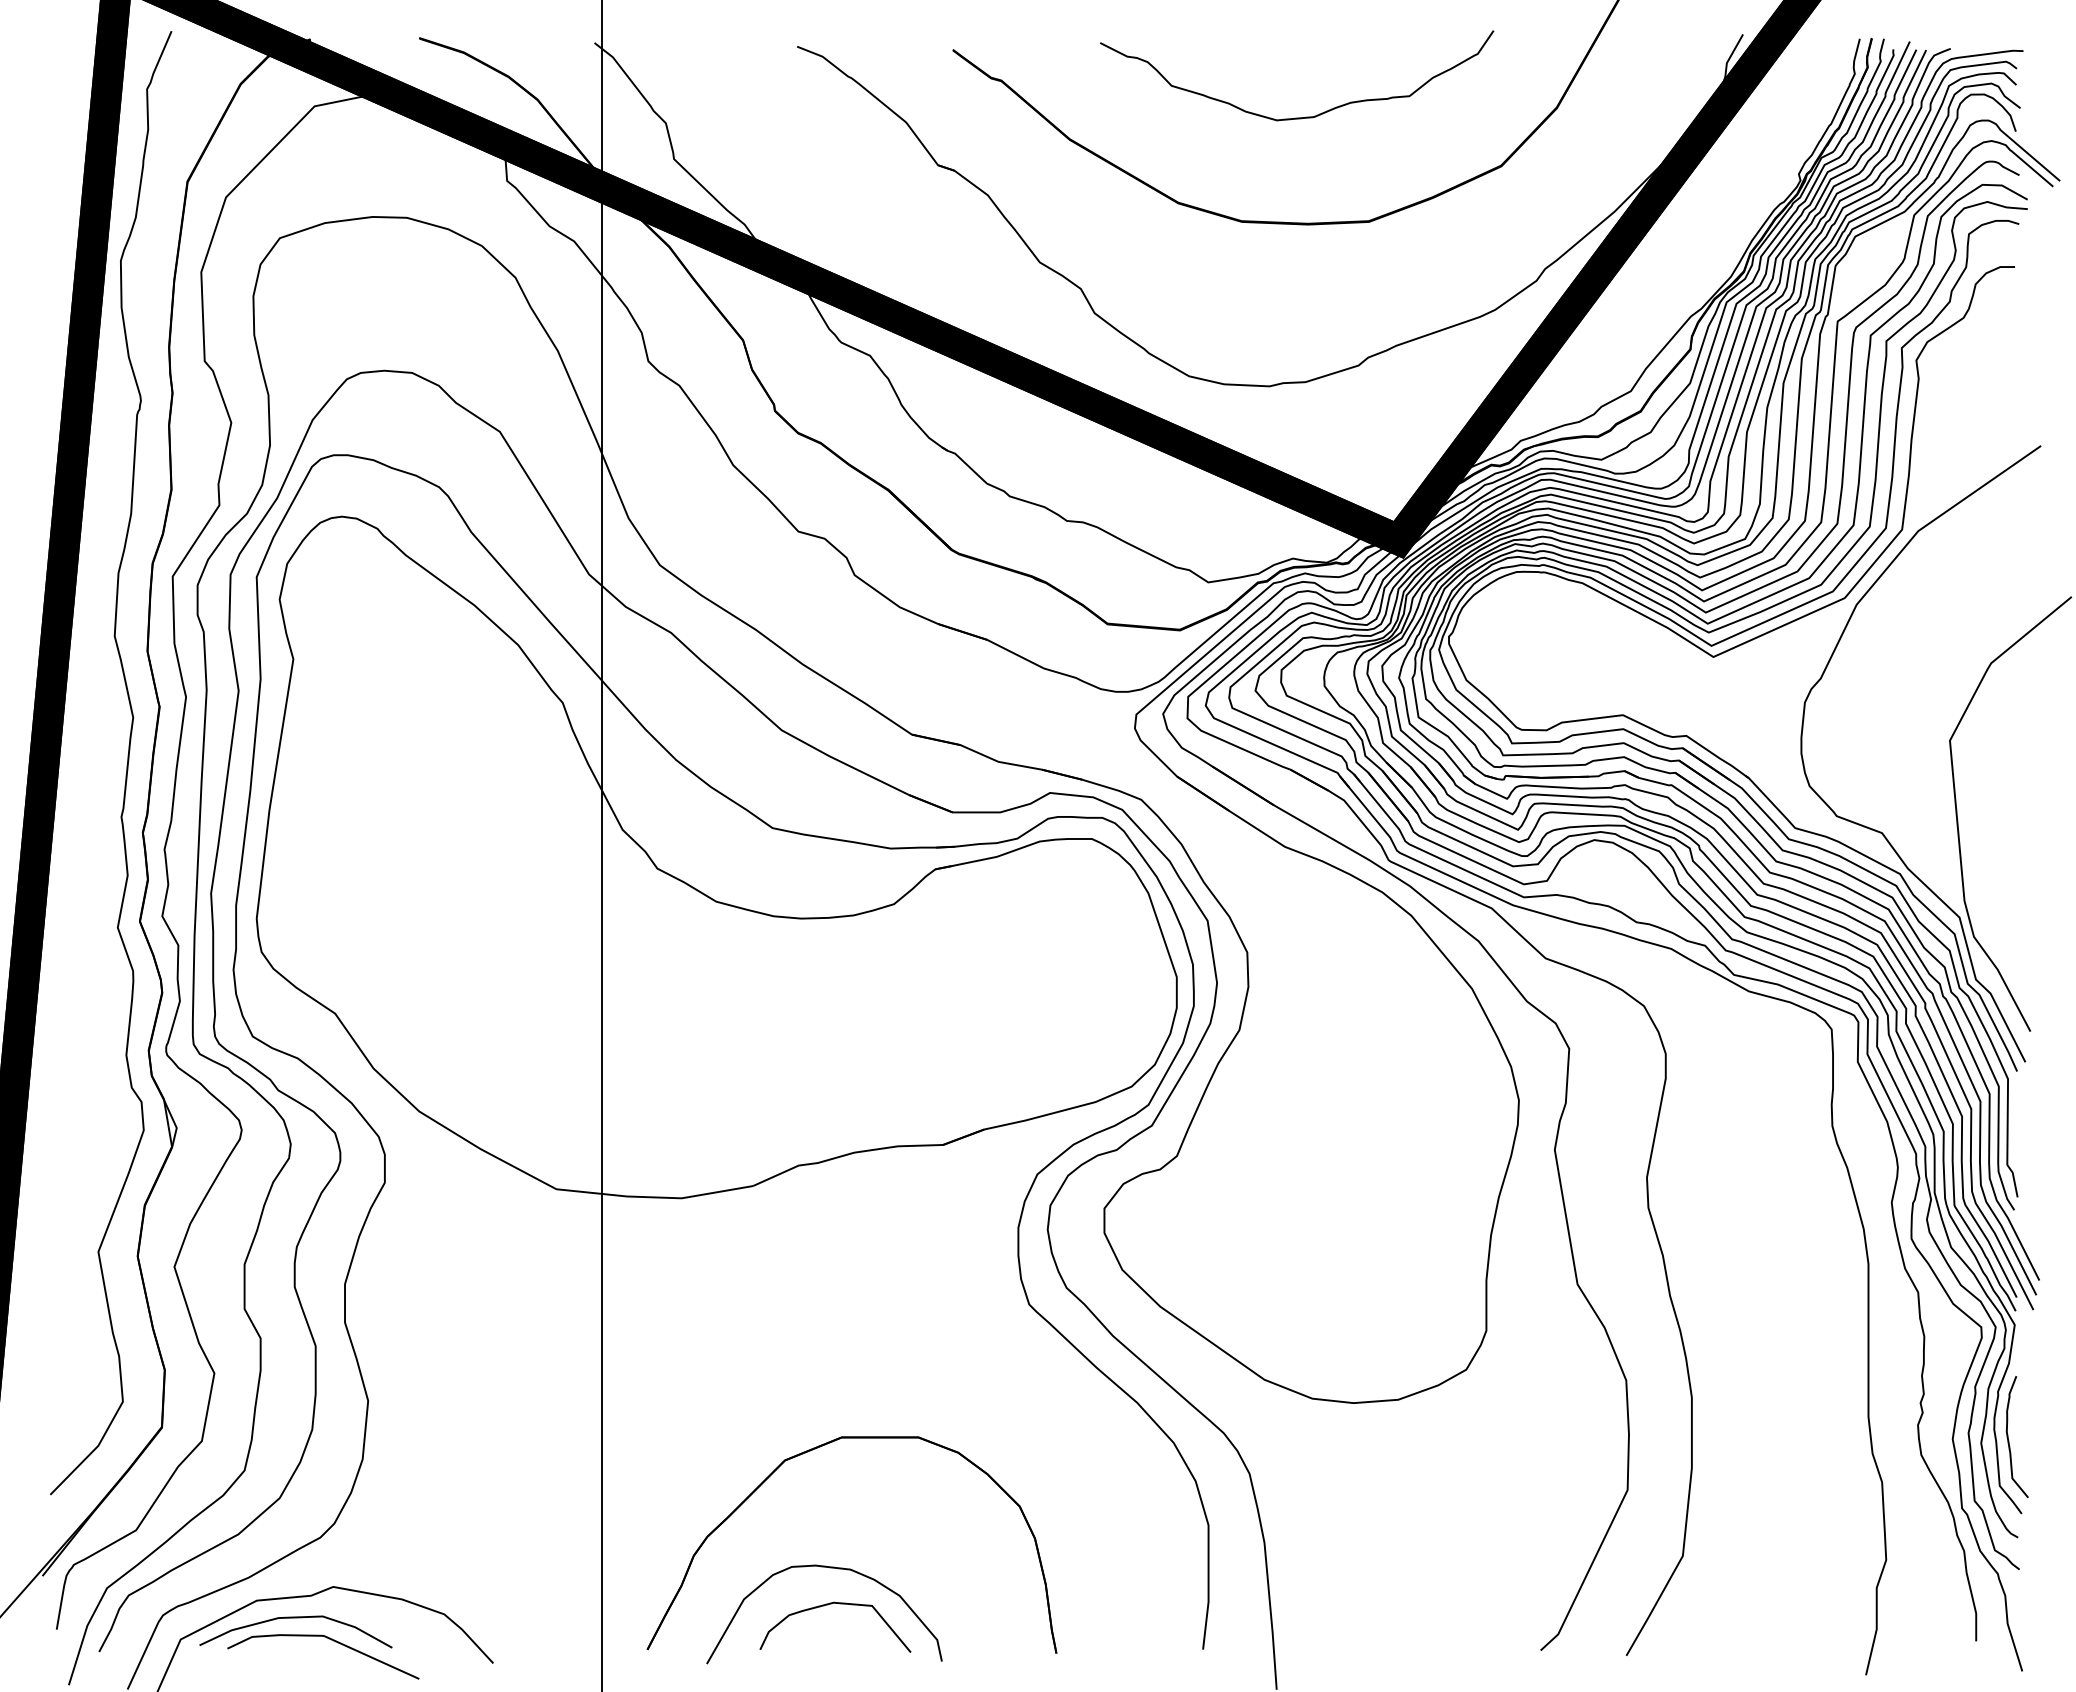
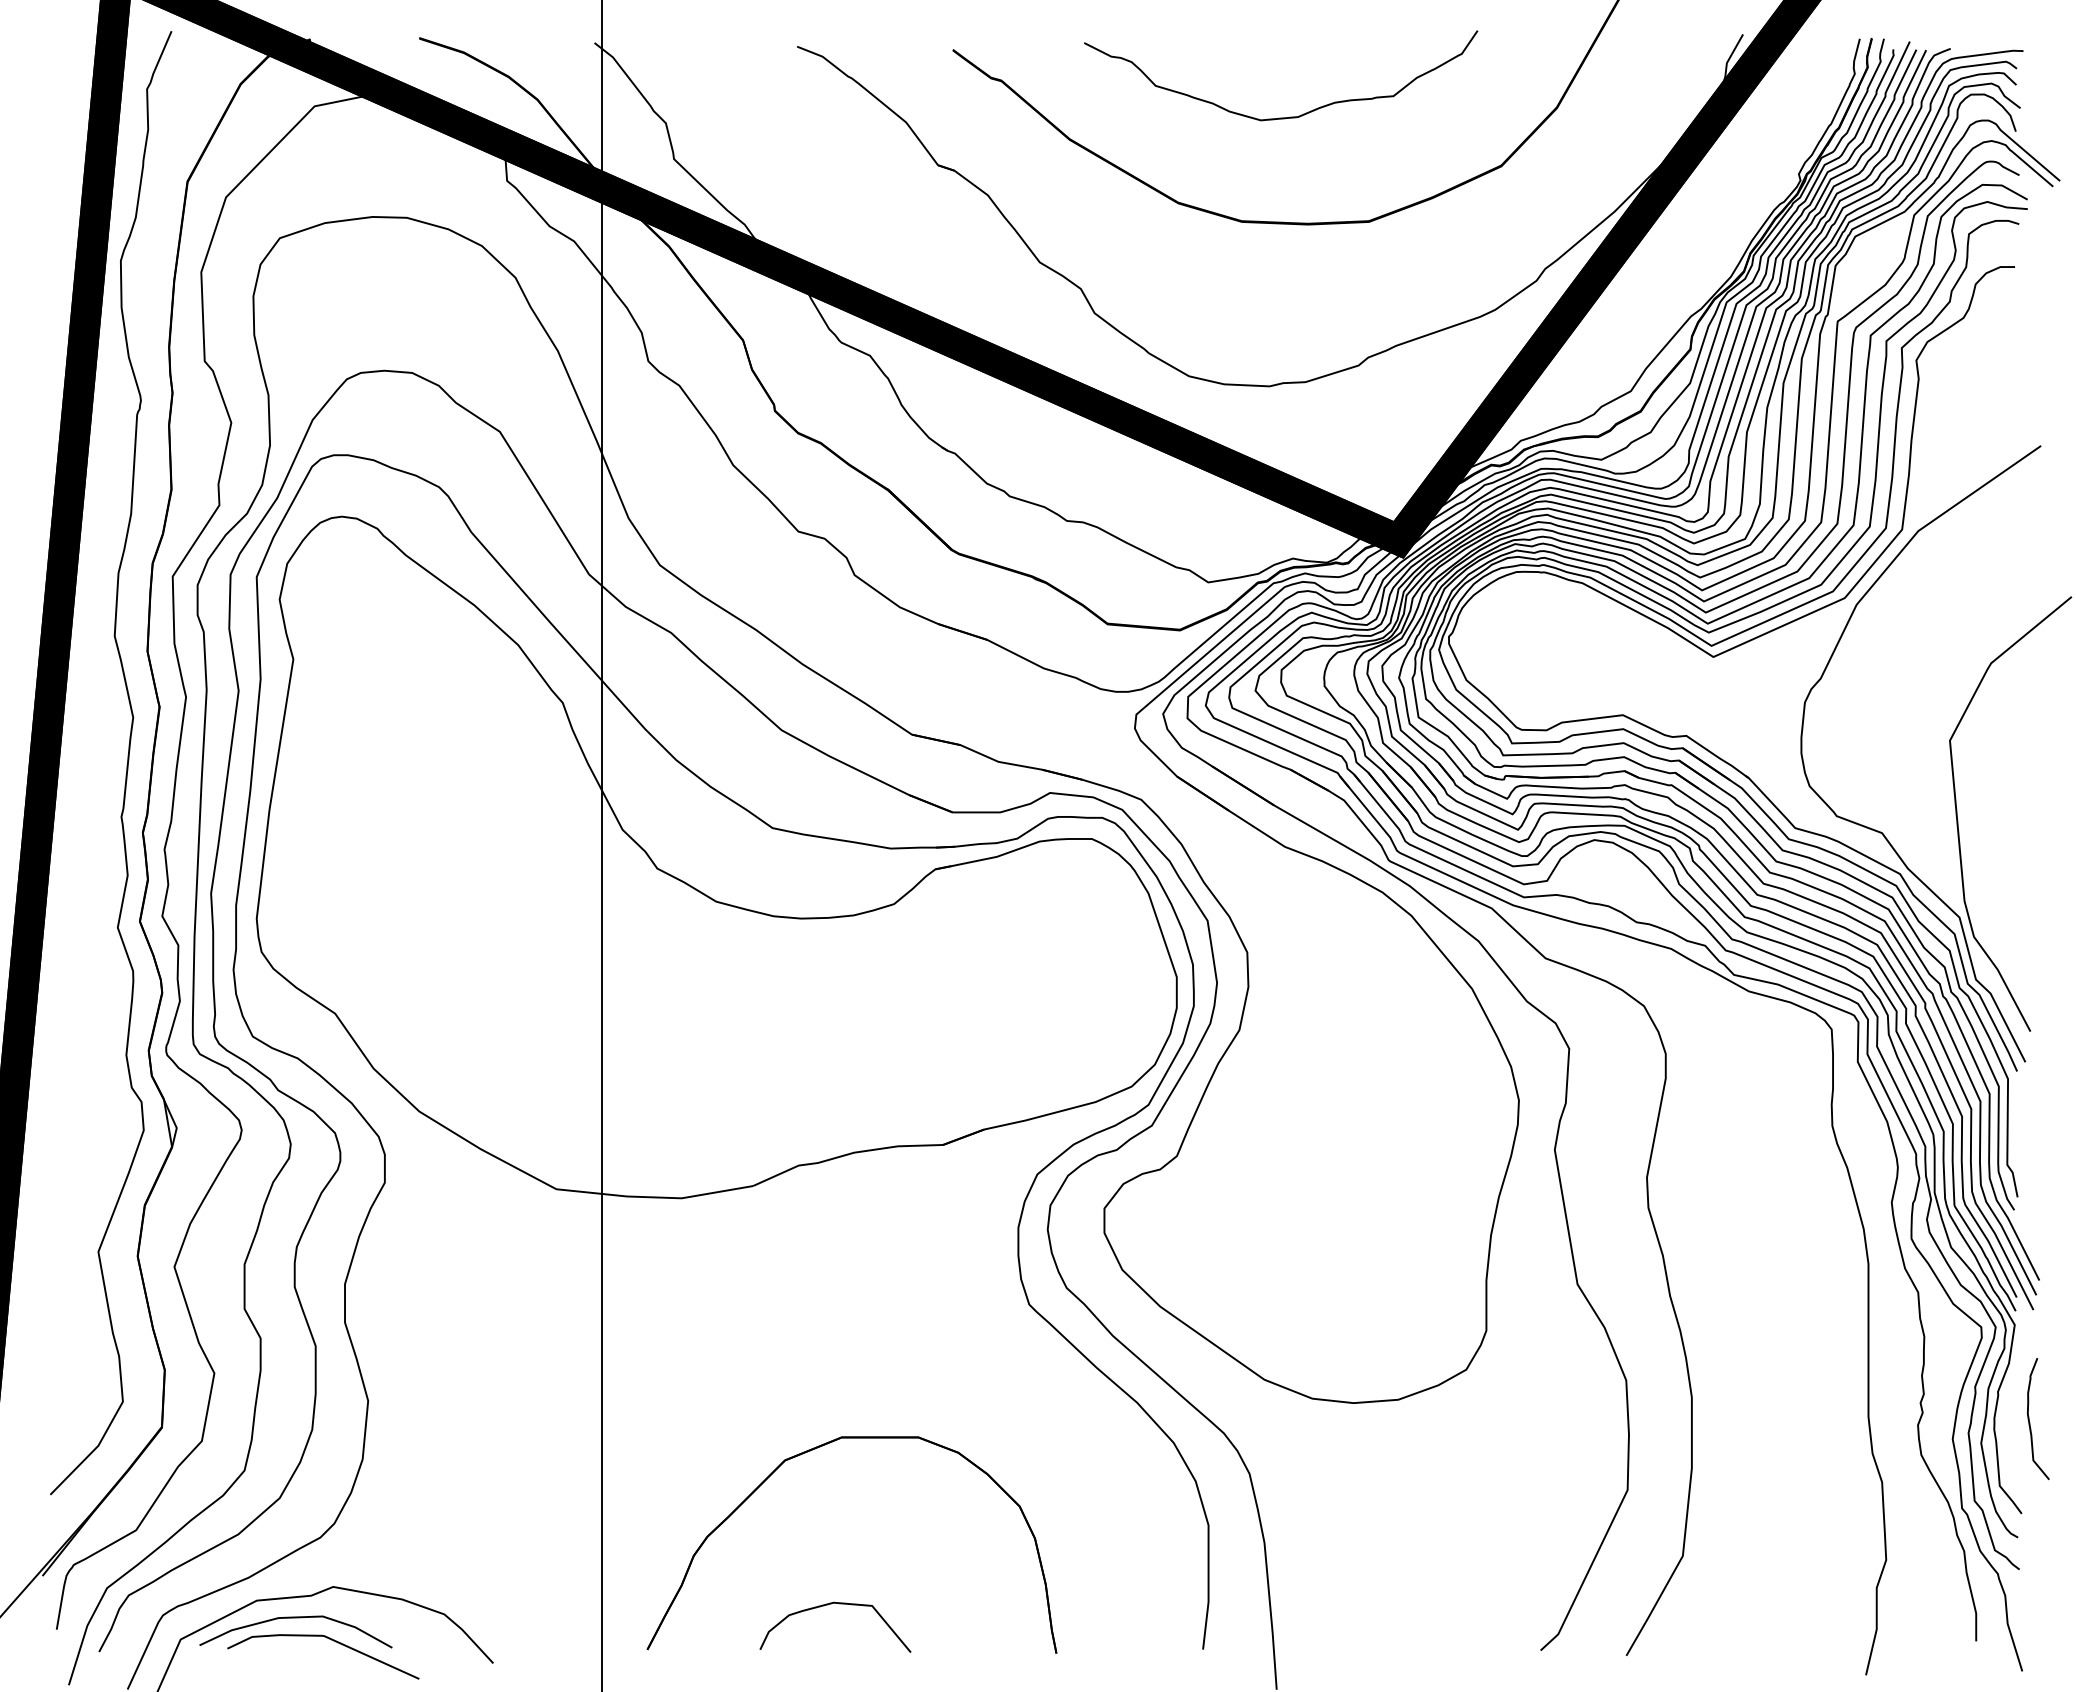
curve at (1305, 116) position: (1305, 116) -> (1289, 116)
curve at (2009, 1440) position: (2009, 1440) -> (2030, 1422)
curve at (829, 1568): present -> none
